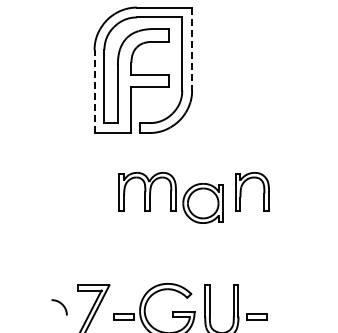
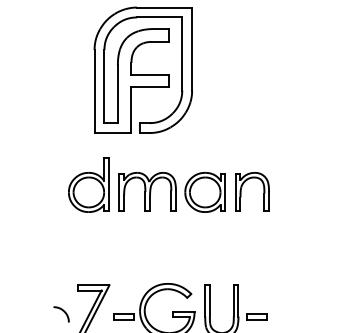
line at (192, 49): dashed -> solid
line at (94, 91): dashed -> solid
part at (88, 184): none -> present
part at (202, 203) position: (202, 203) -> (204, 192)
curve at (61, 305) position: (61, 305) -> (63, 312)
